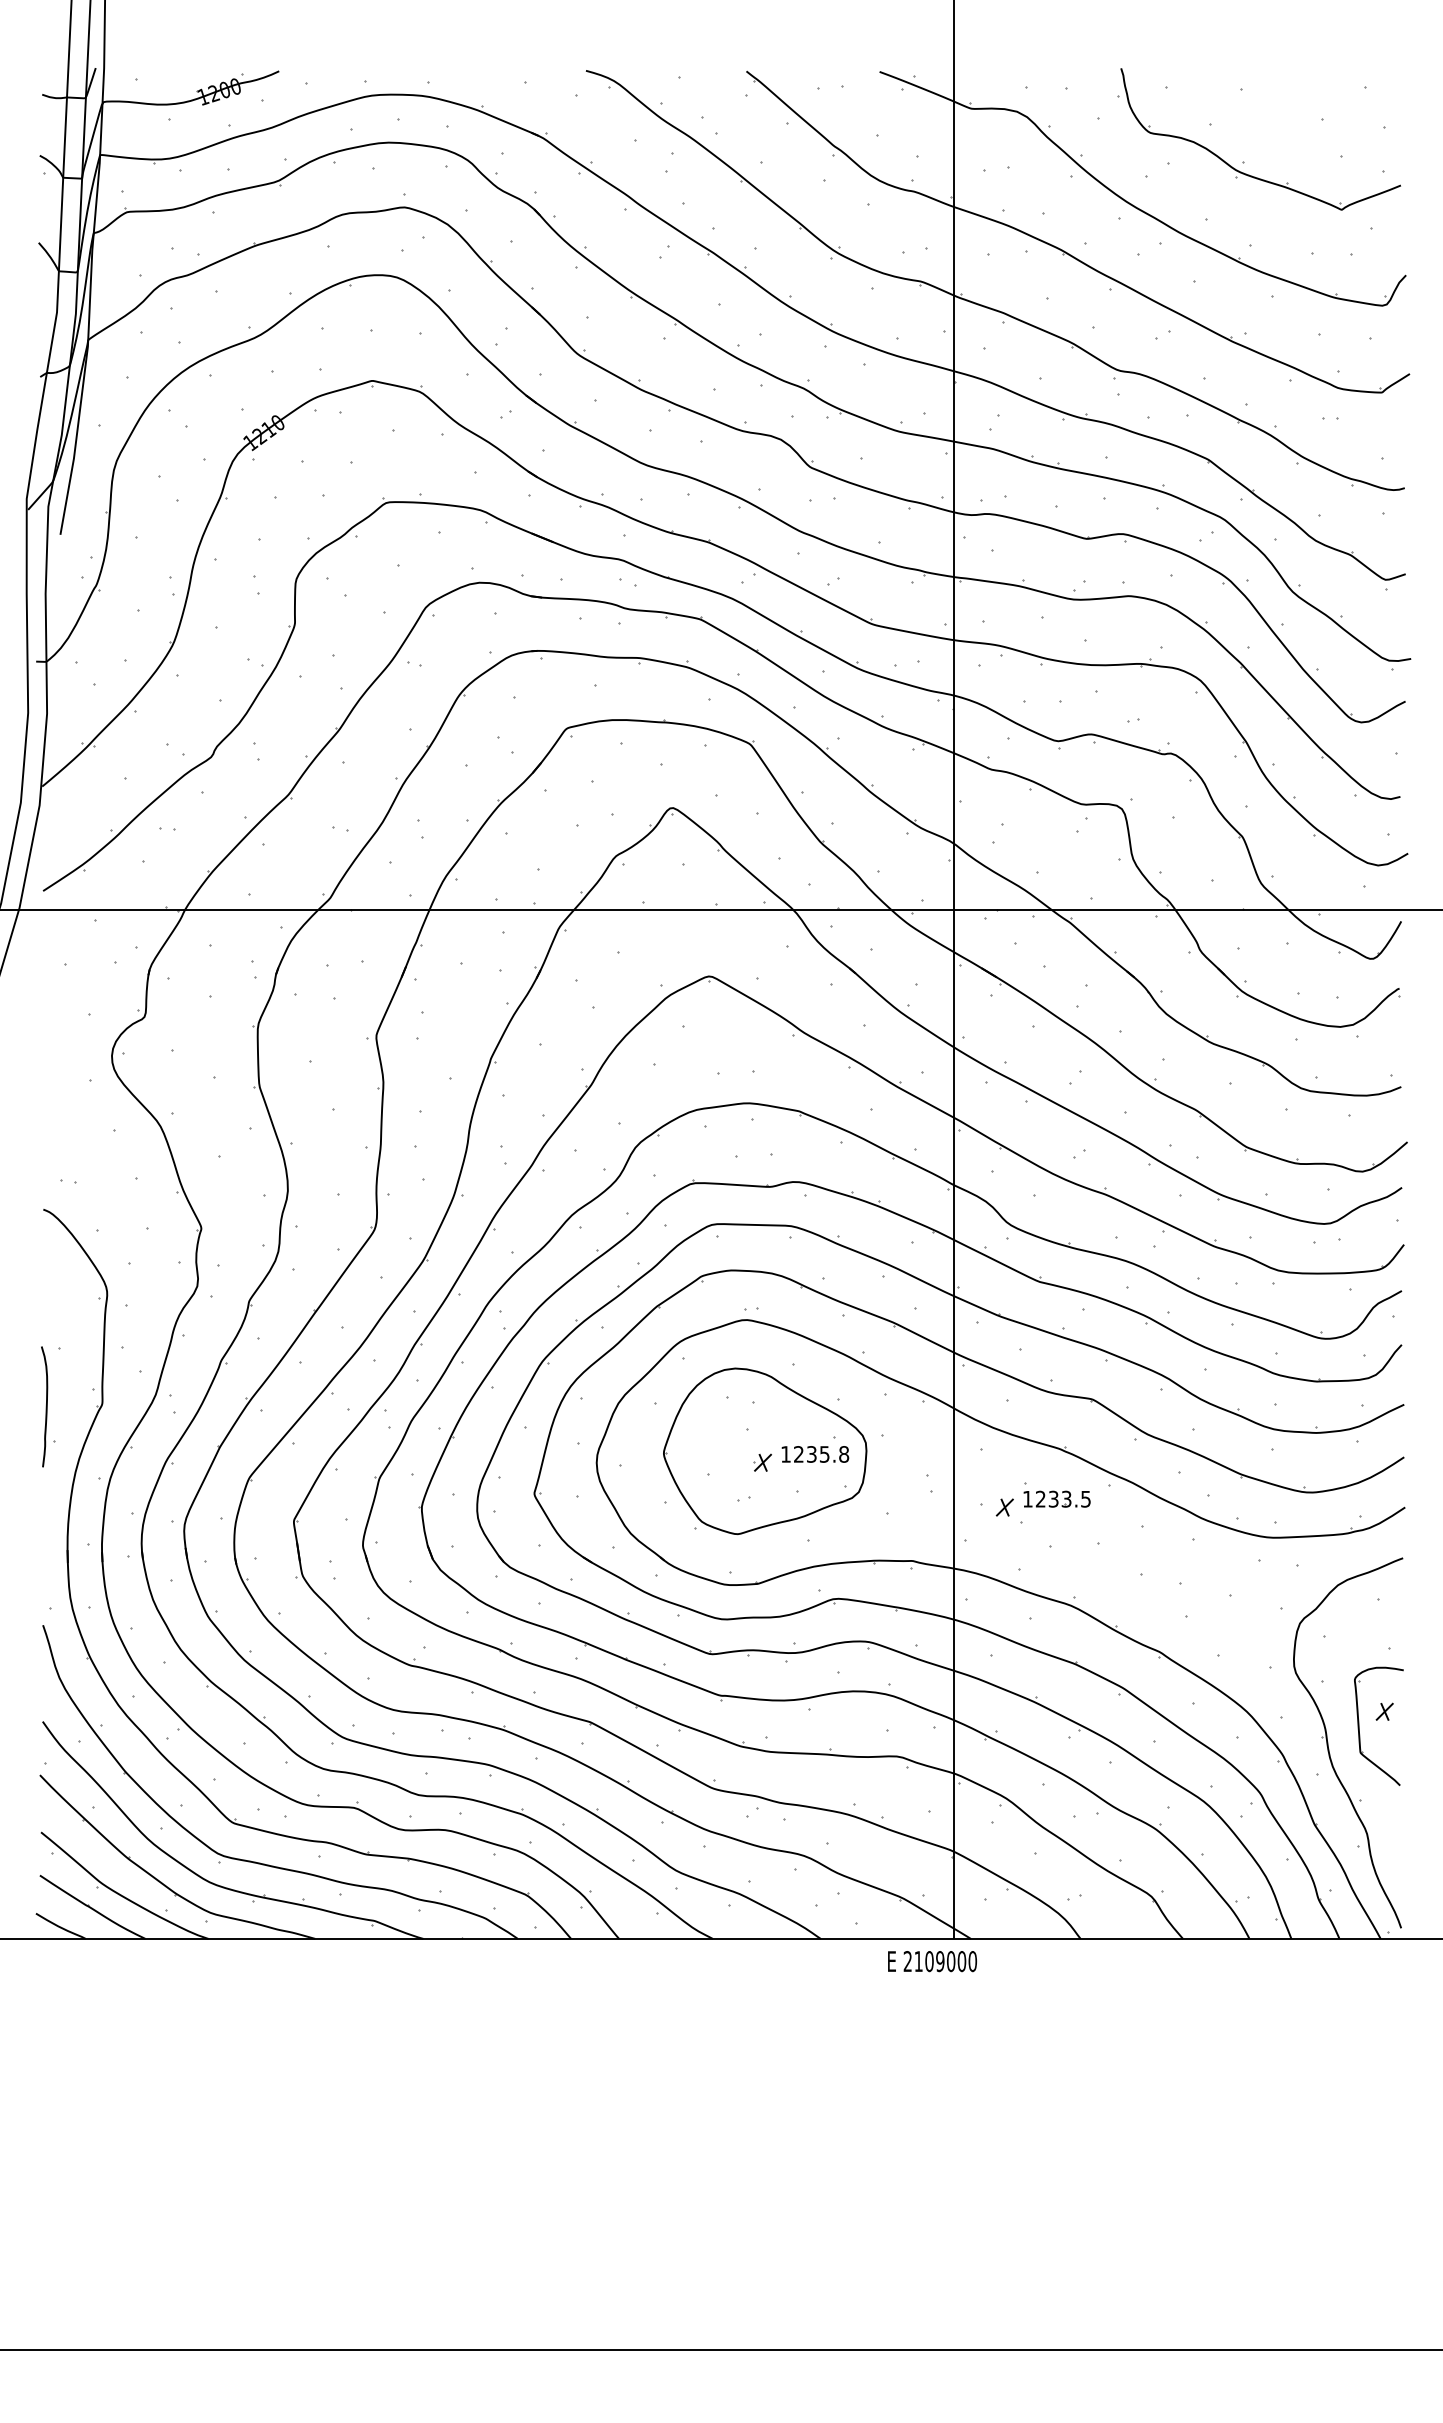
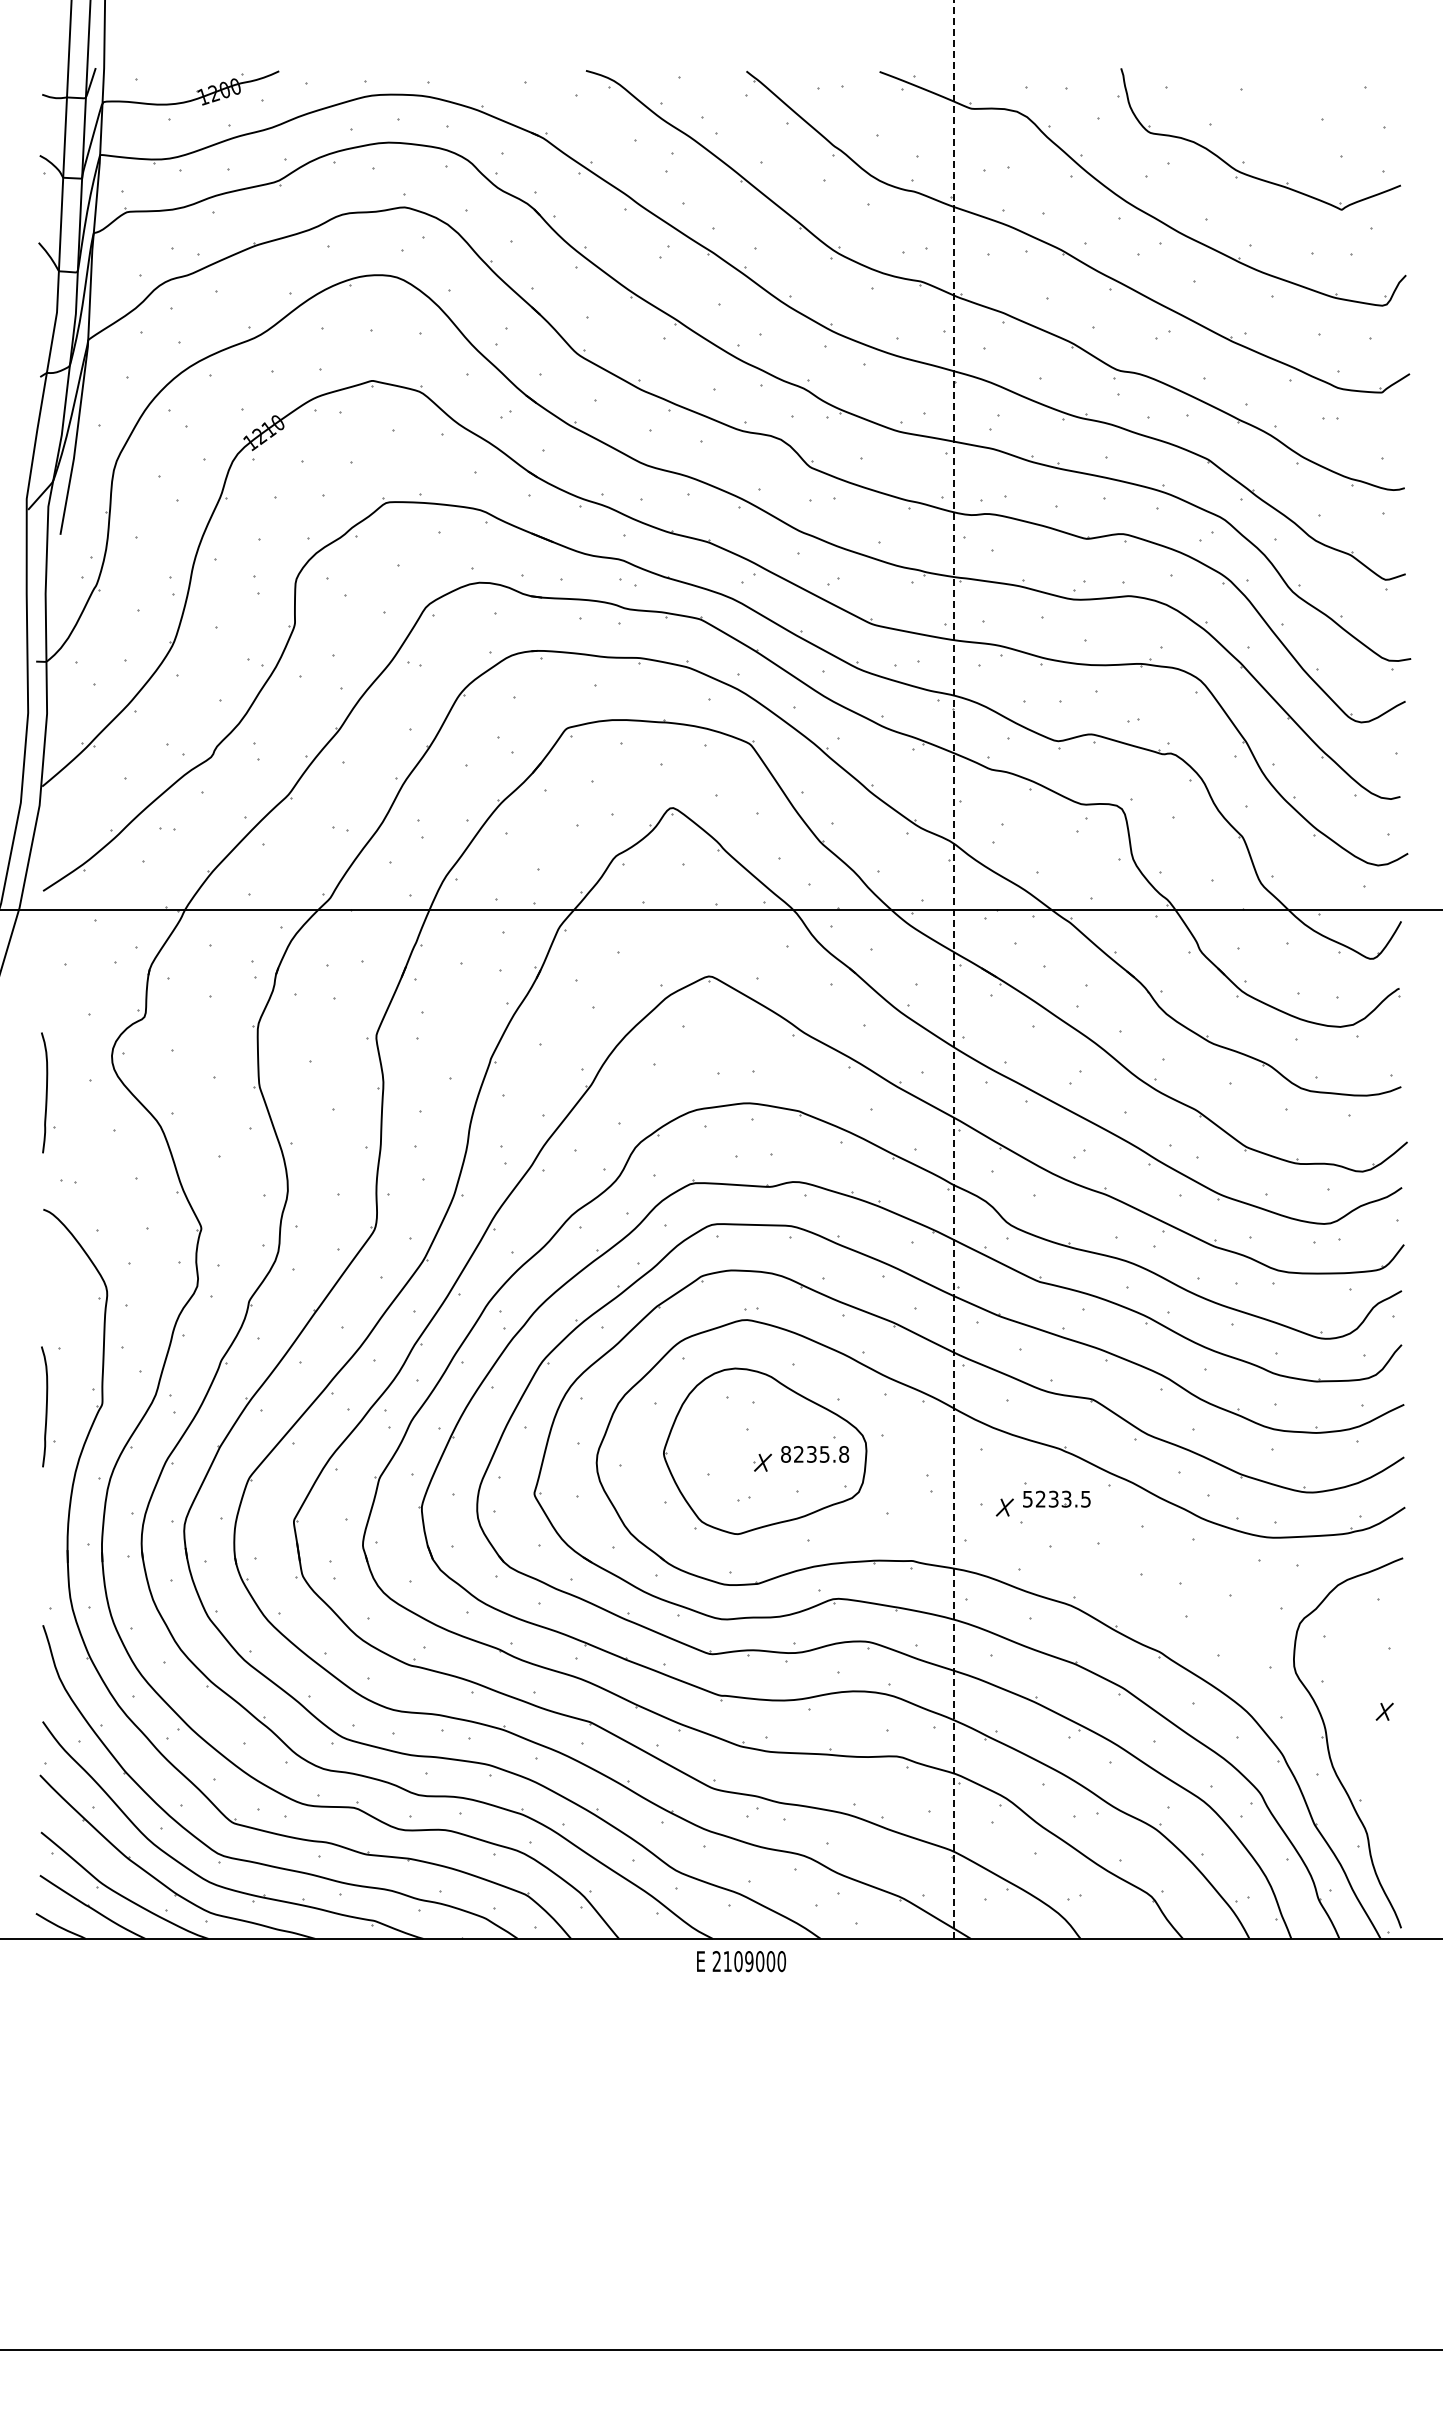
line at (953, 969): solid -> dashed
part at (48, 1092): none -> present
text at (785, 1454): 1235.8 -> 8235.8
text at (1027, 1499): 1233.5 -> 5233.5
part at (1359, 1725): present -> none
text at (932, 1961) position: (932, 1961) -> (741, 1961)
